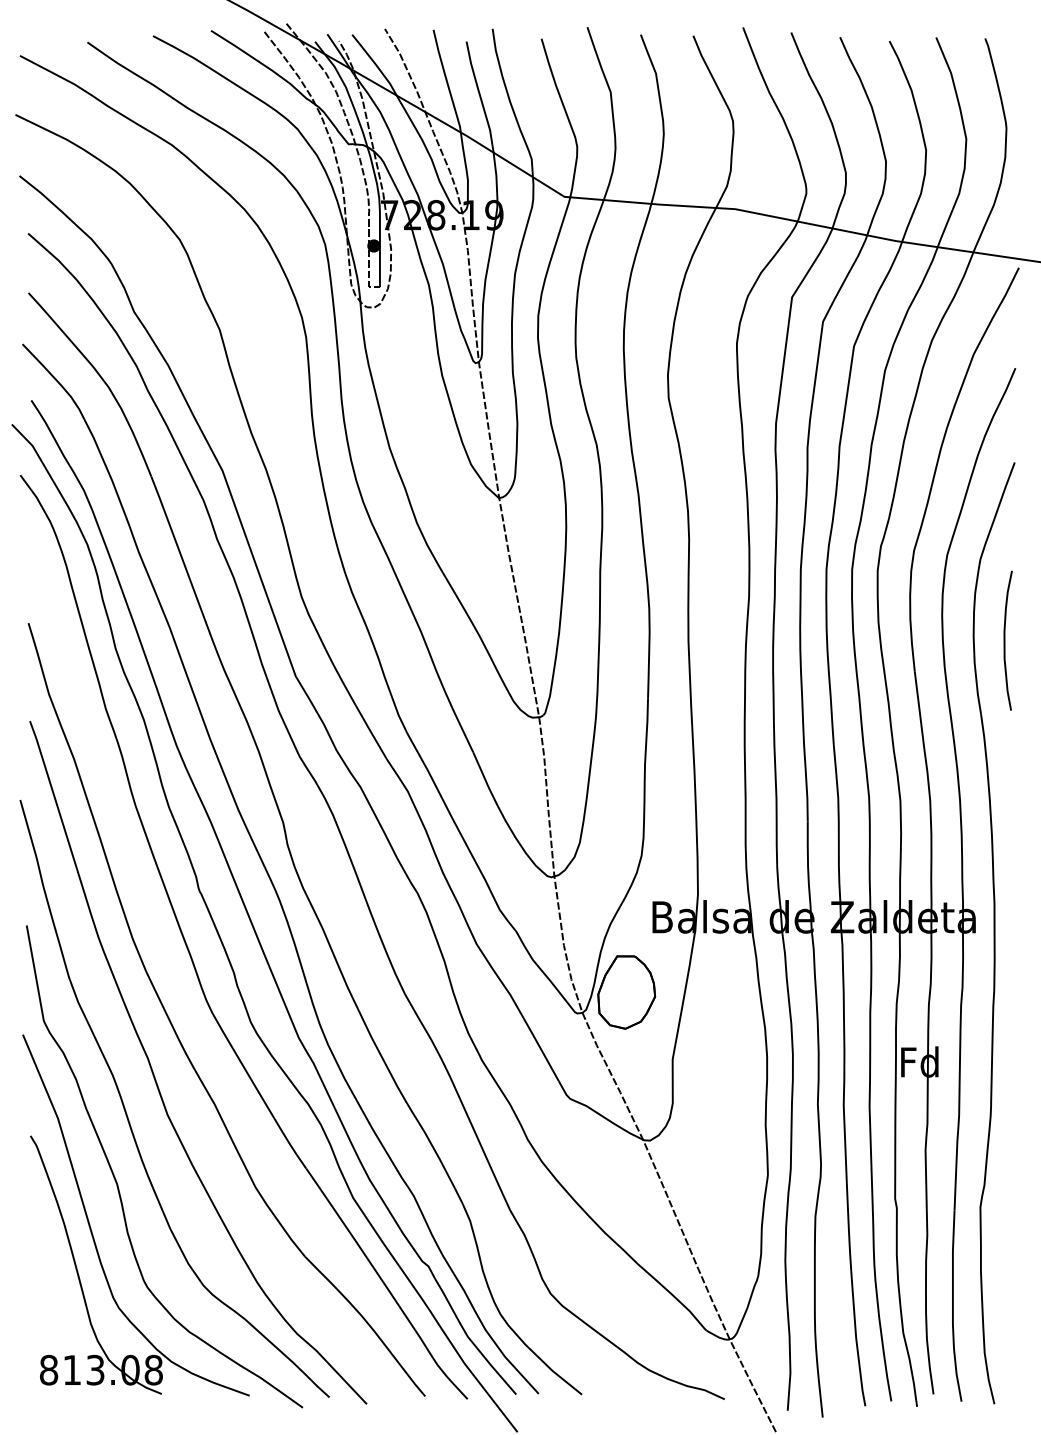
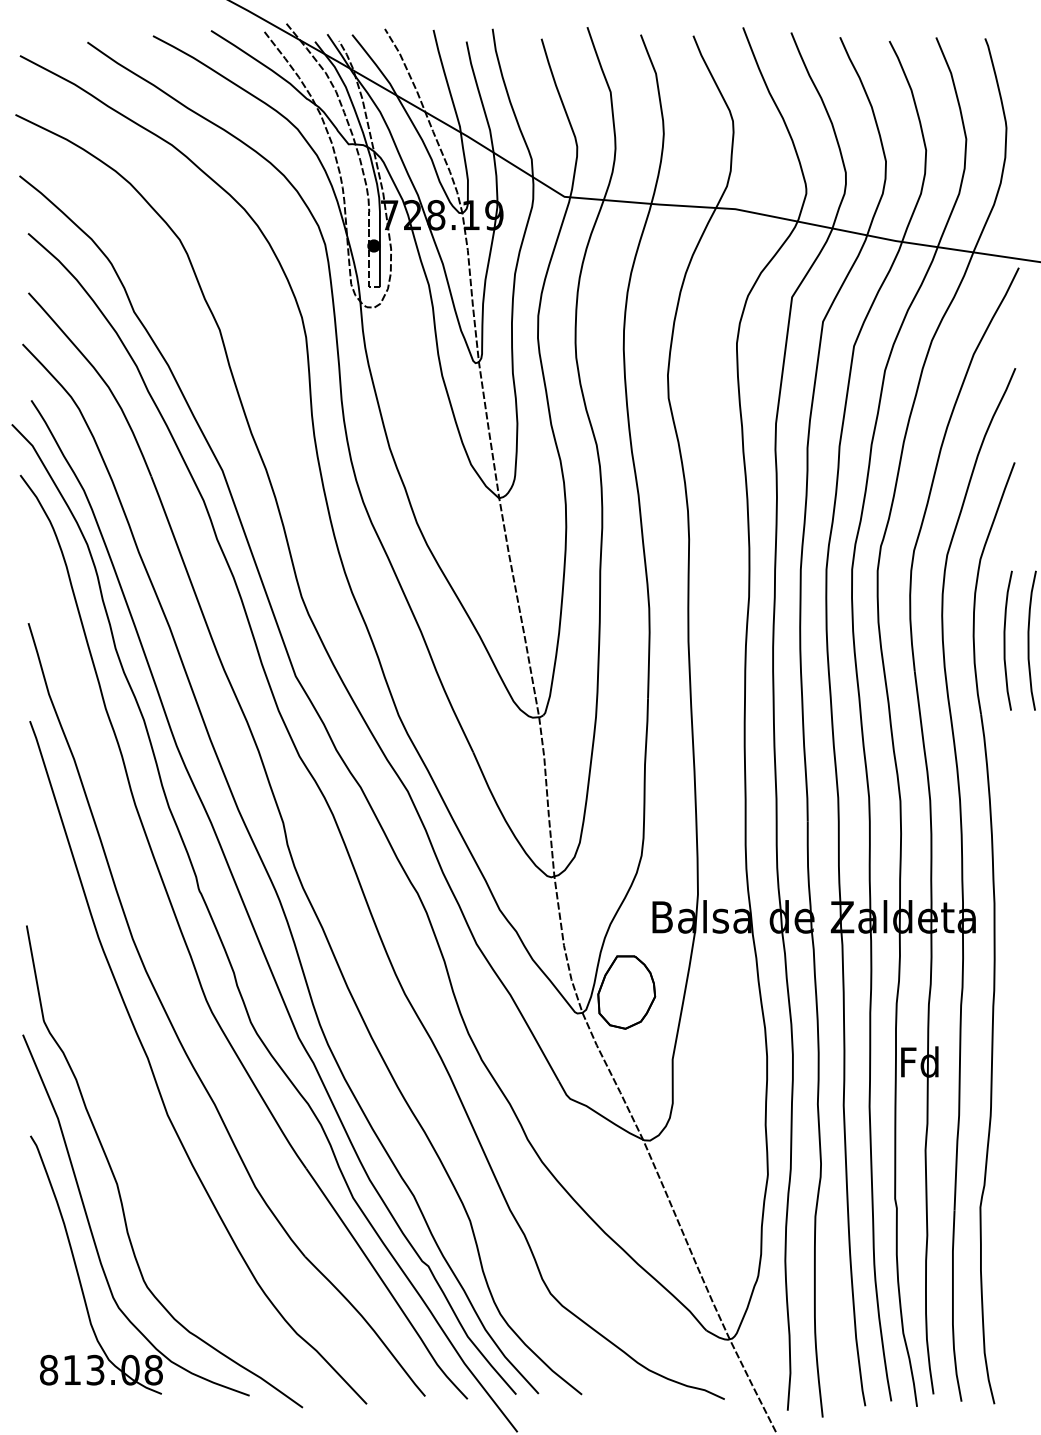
curve at (1029, 640): none -> present
curve at (127, 1113): present -> none
